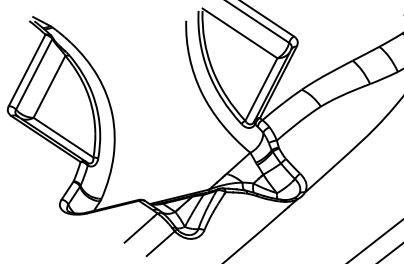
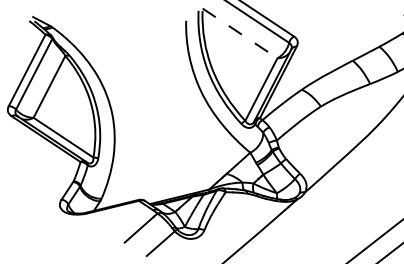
line at (240, 33): solid -> dashed
